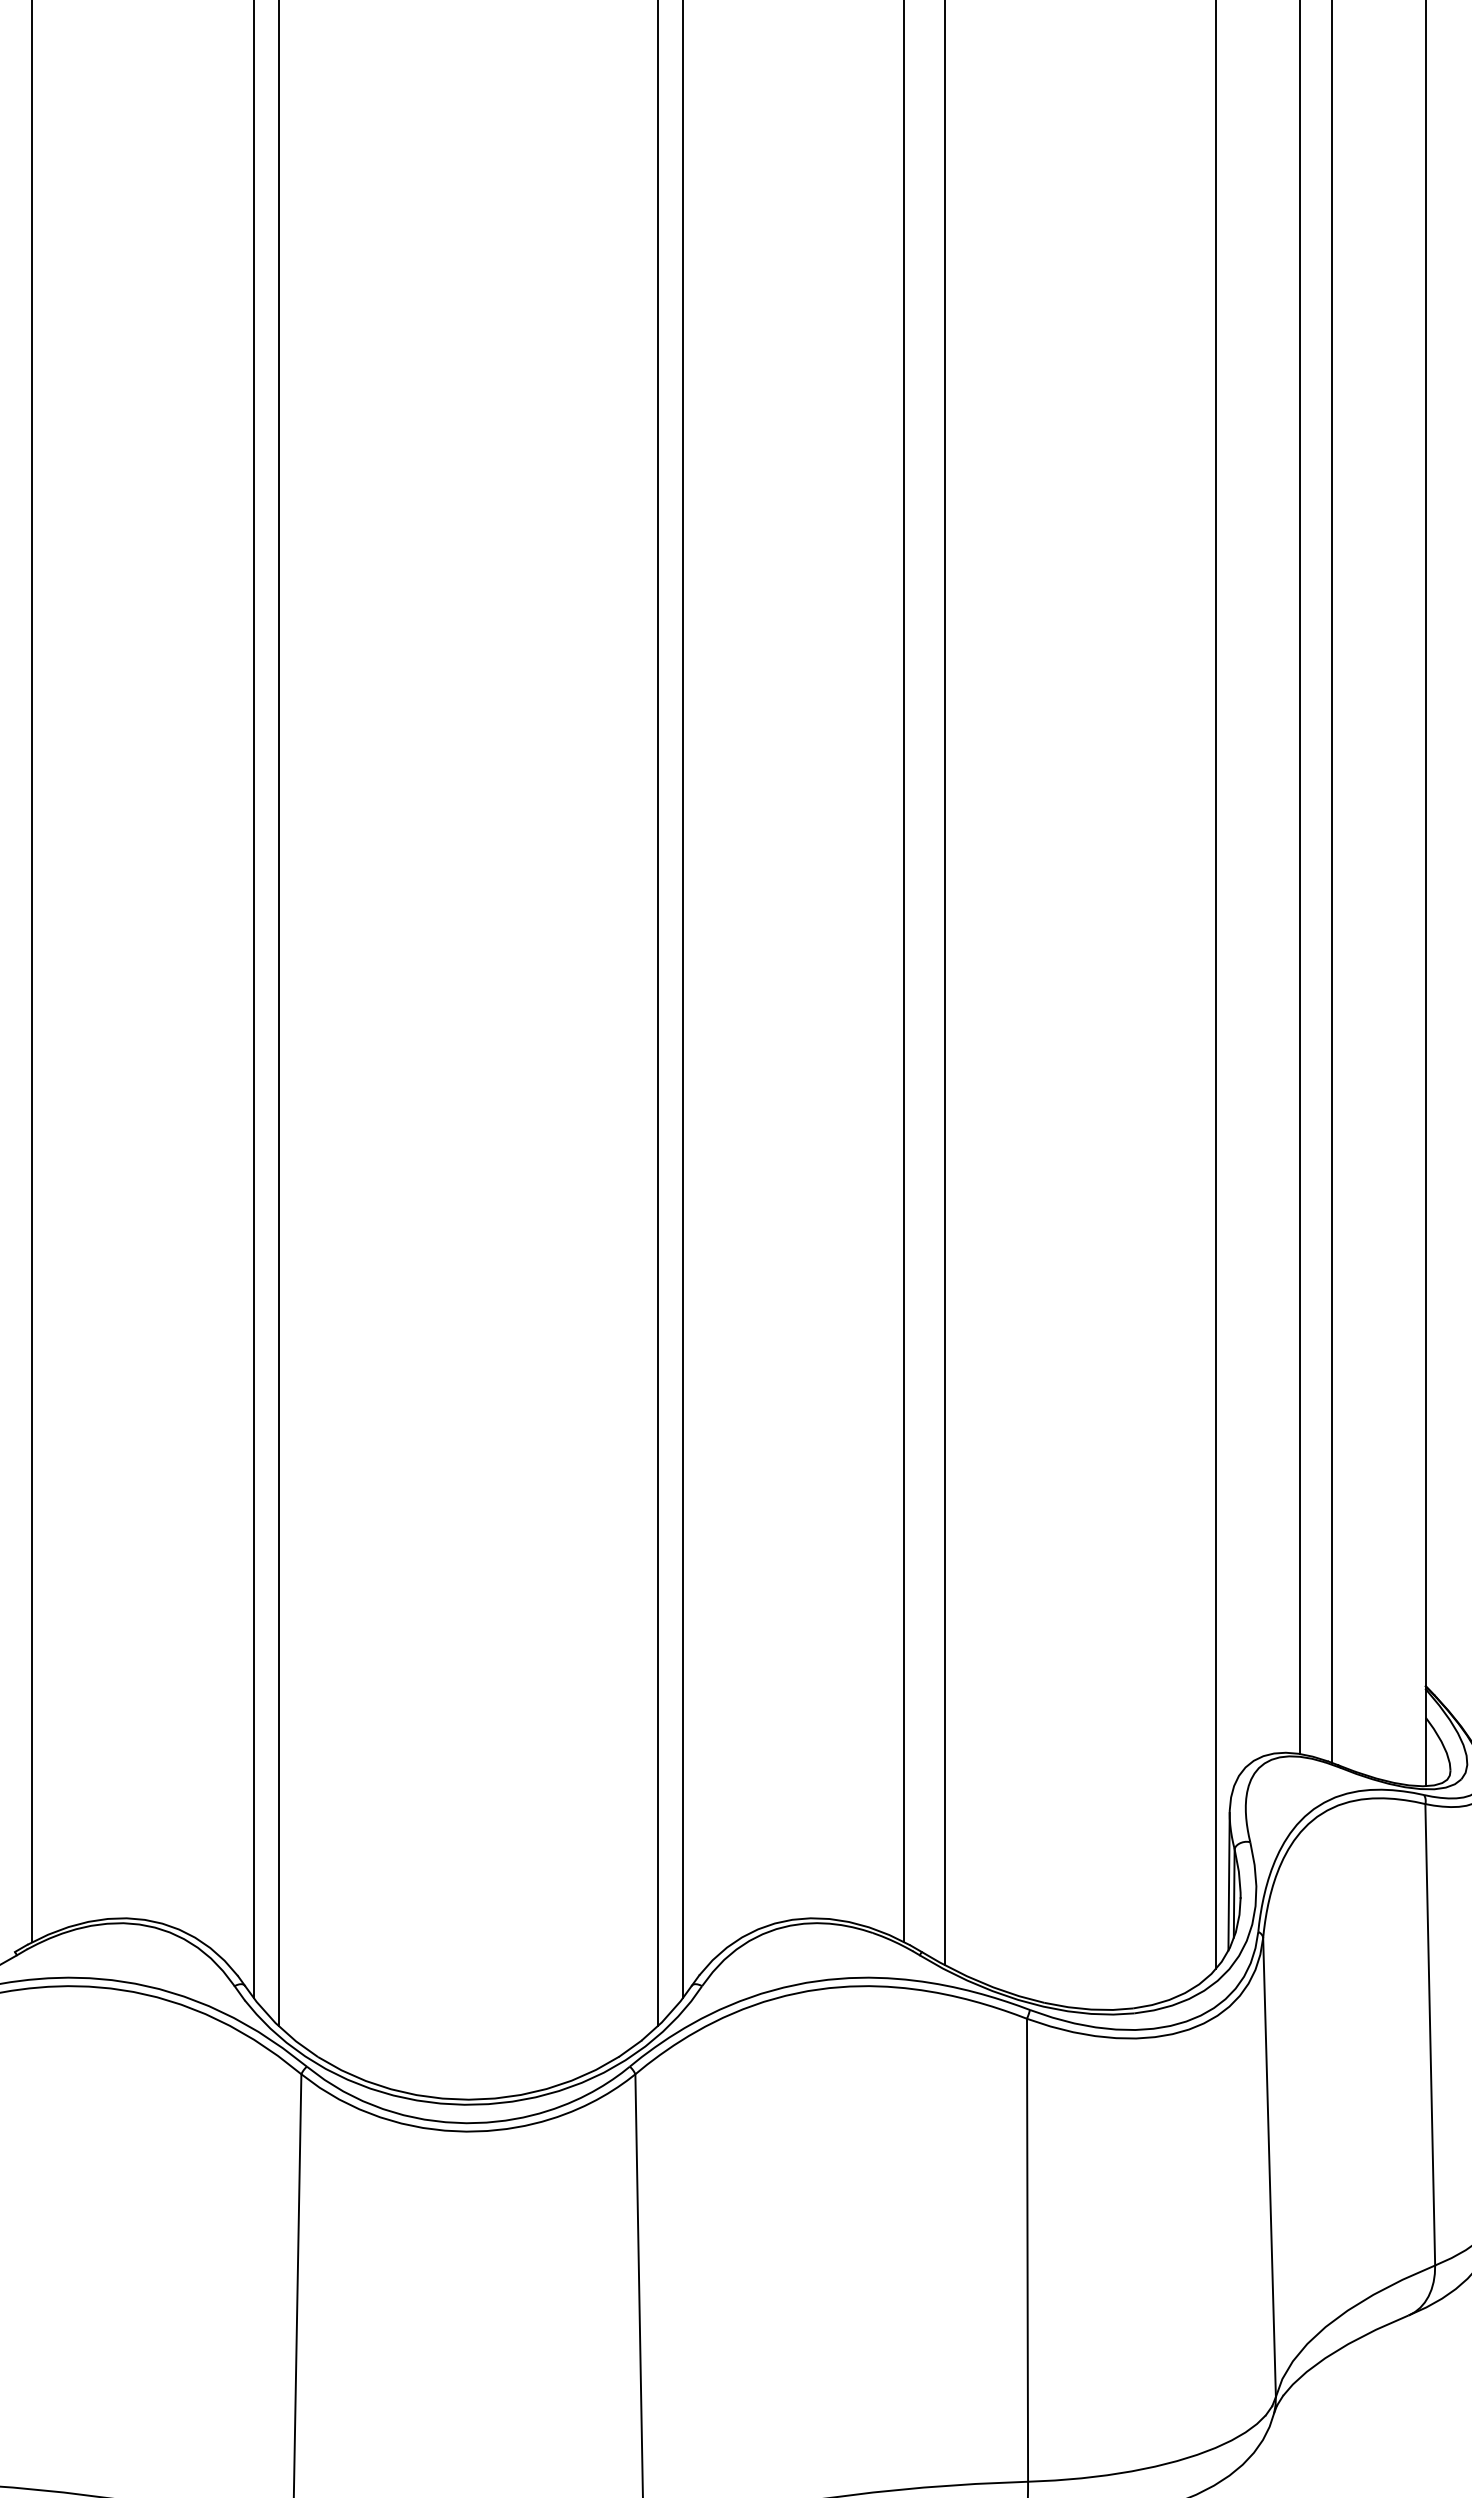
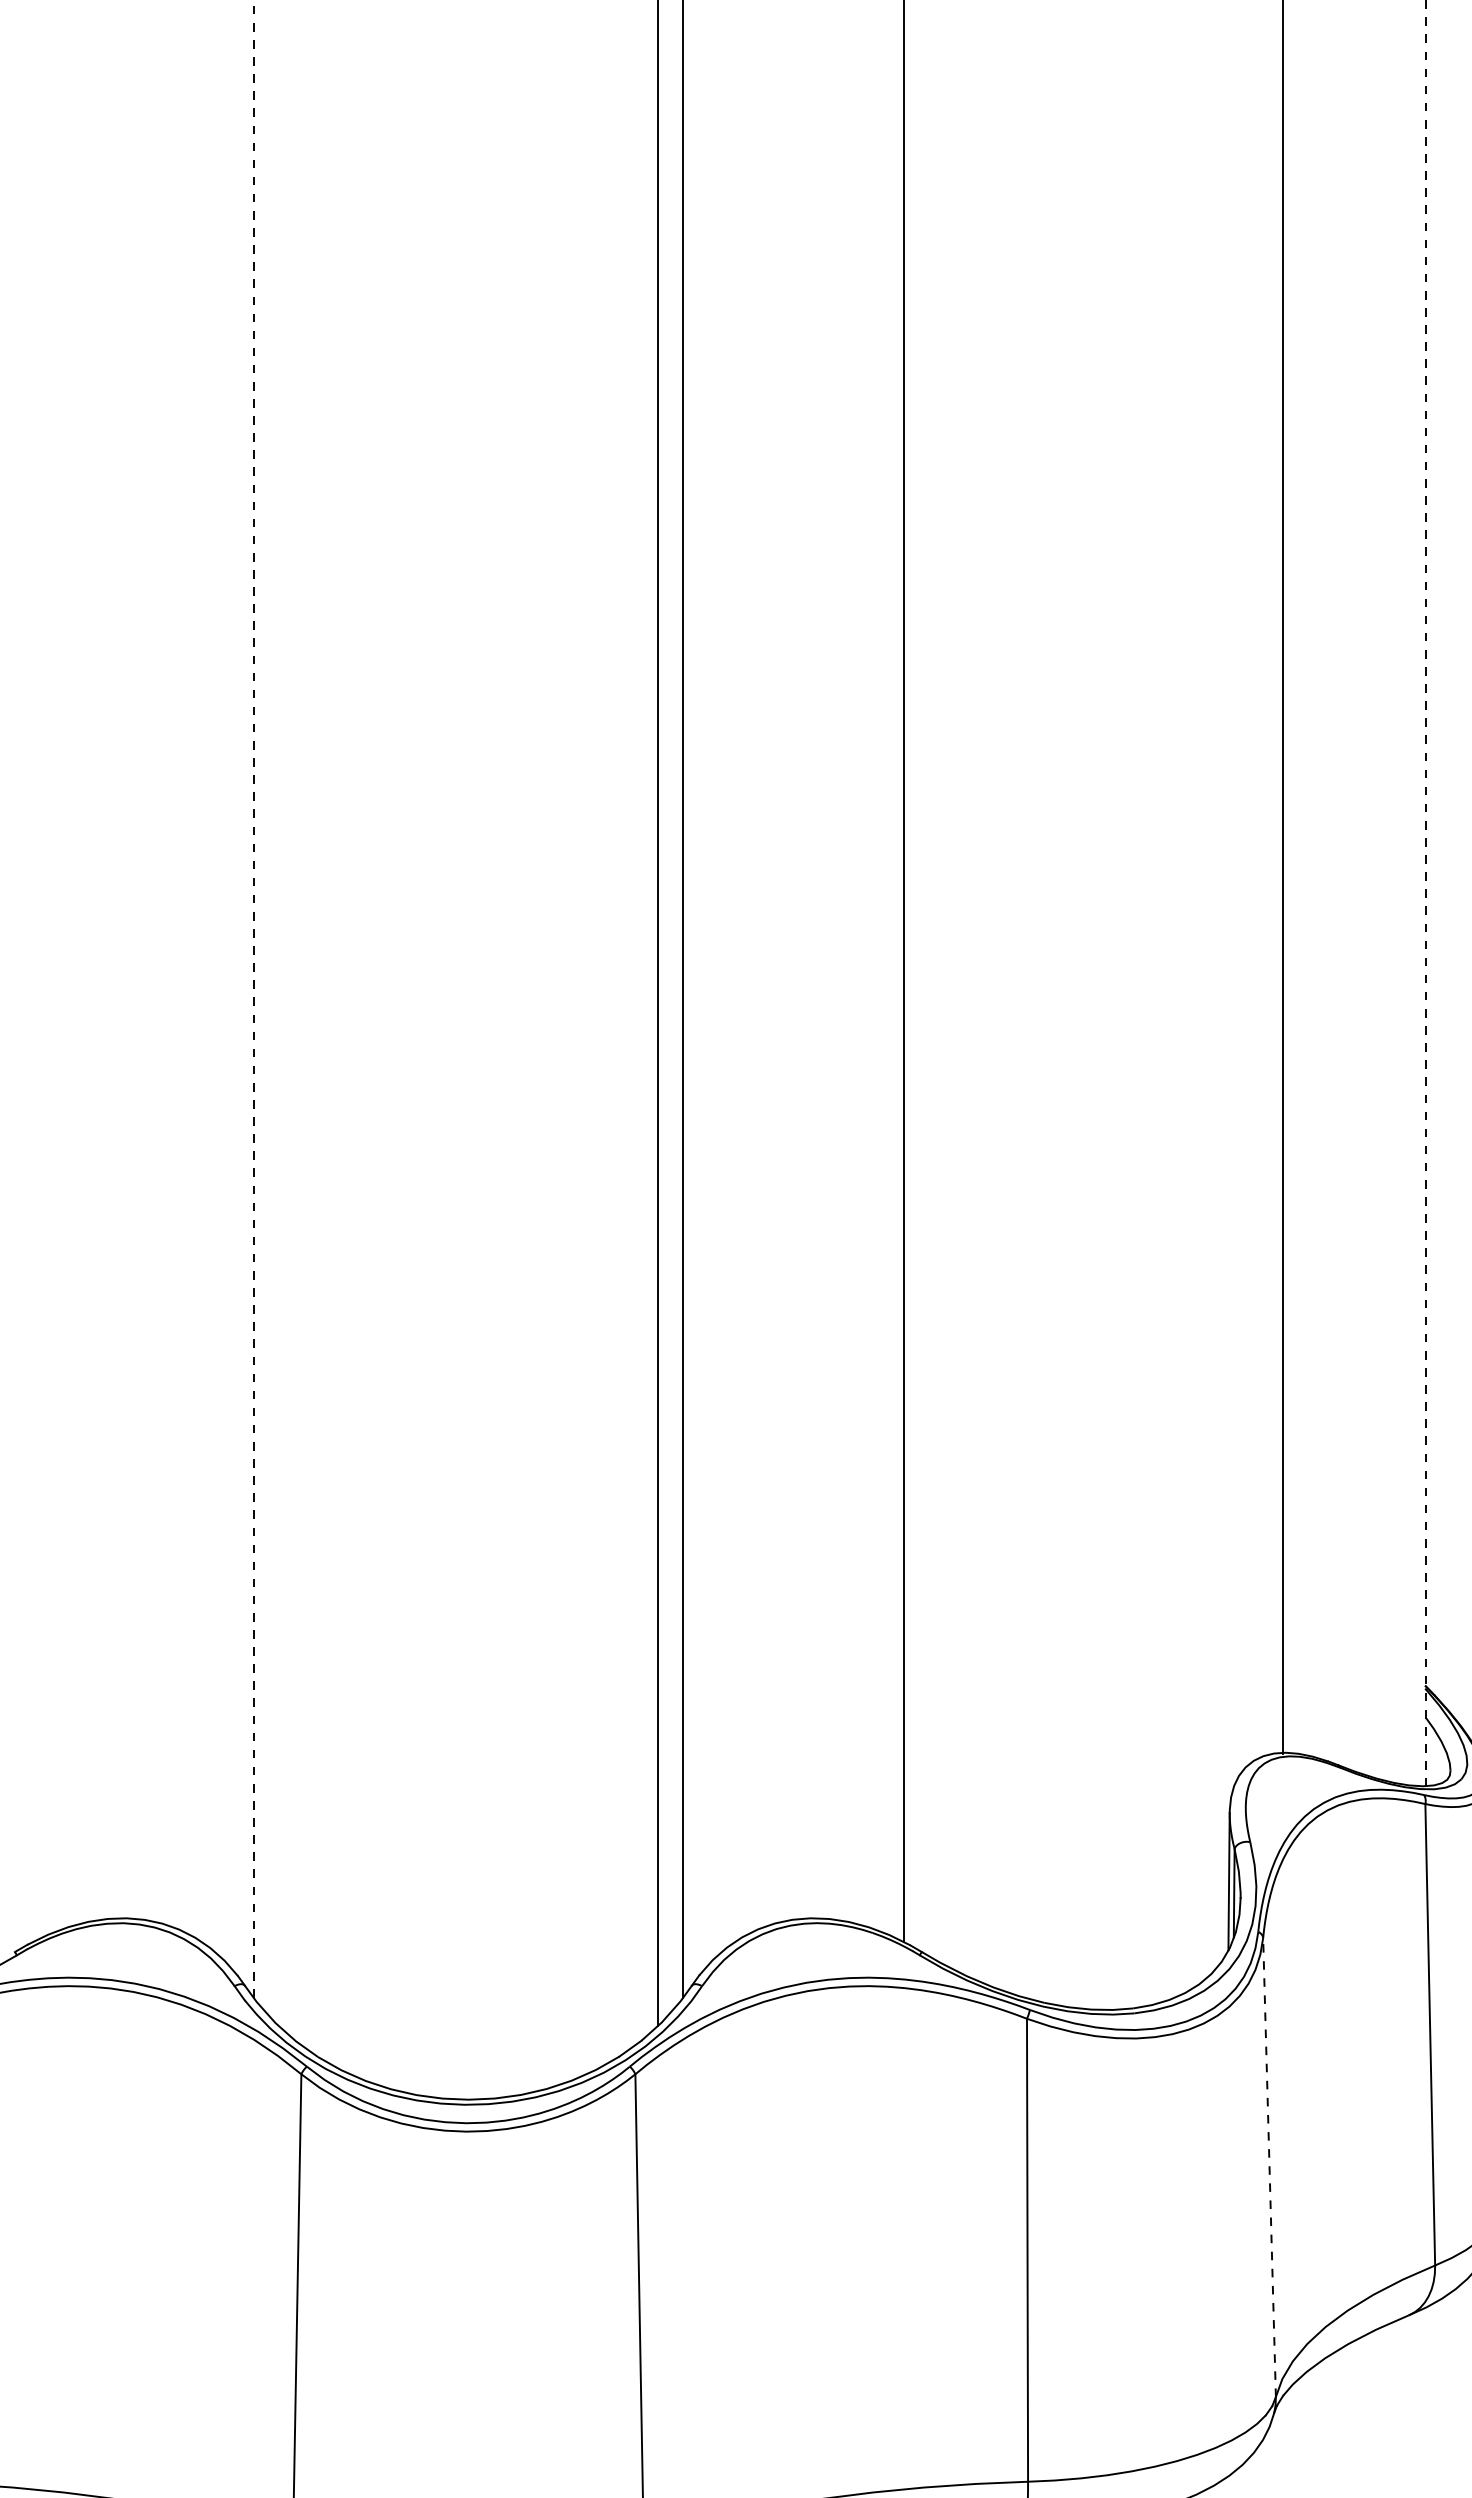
line at (1299, 878) position: (1299, 878) -> (1282, 878)
line at (1332, 882): present -> none
line at (1425, 893): solid -> dashed
line at (32, 972): present -> none
line at (944, 983): present -> none
line at (1215, 985): present -> none
line at (253, 998): solid -> dashed
line at (278, 1013): present -> none
line at (1269, 2167): solid -> dashed
